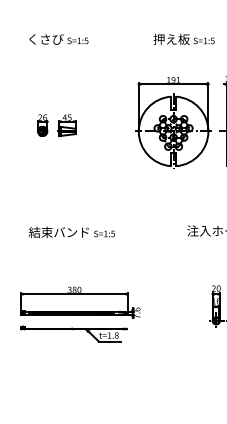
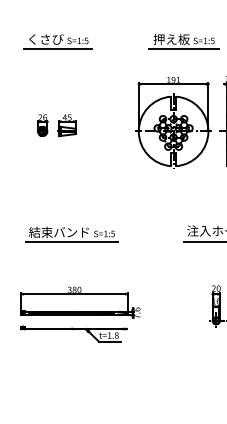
line at (57, 48): none -> present
line at (183, 48): none -> present
line at (71, 241): none -> present
line at (203, 241): none -> present
